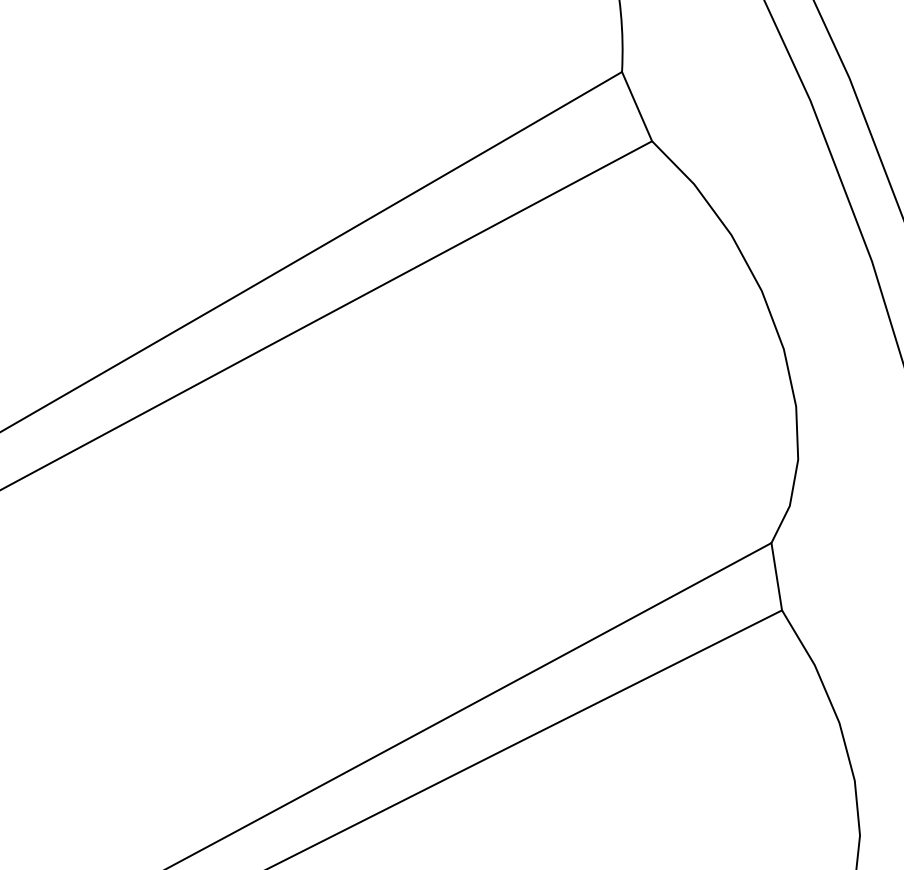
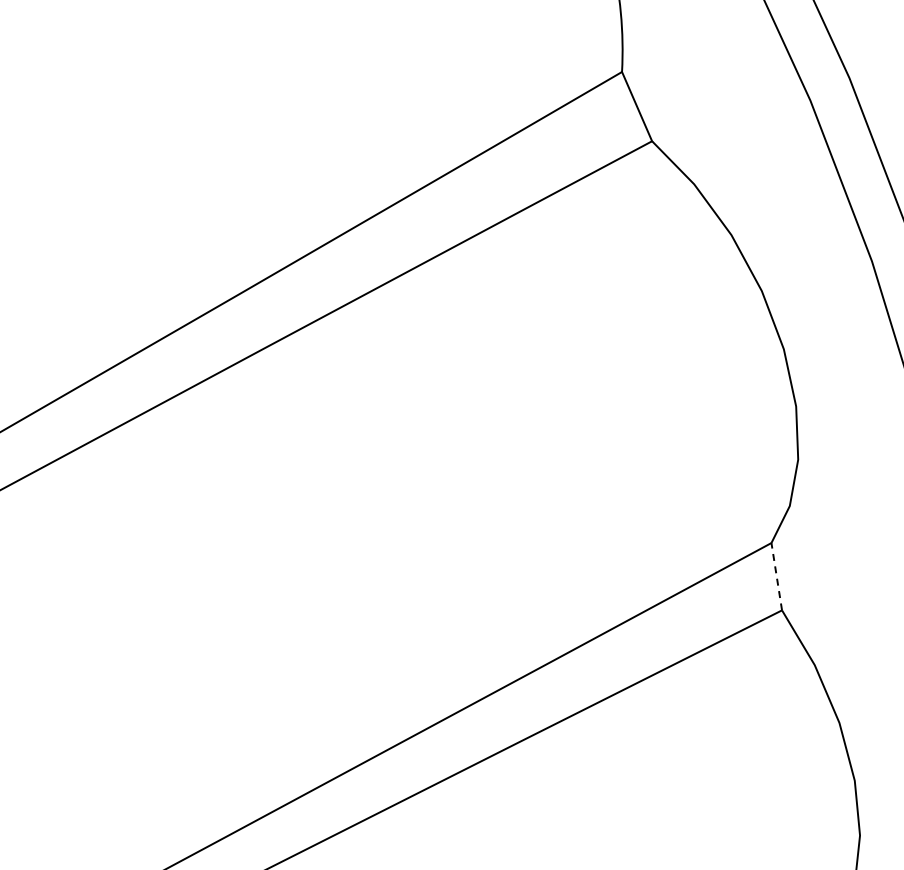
line at (776, 576): solid -> dashed
